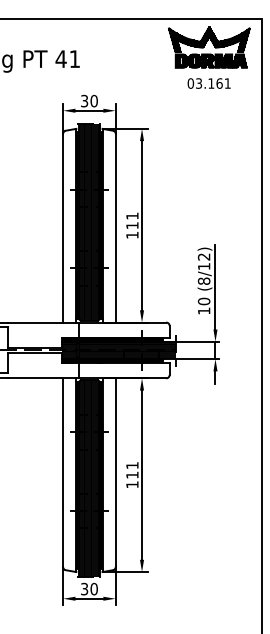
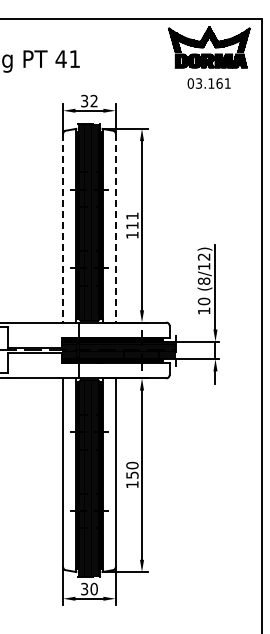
text at (93, 101): 30 -> 32
line at (63, 228): solid -> dashed
line at (115, 228): solid -> dashed
text at (132, 469): 111 -> 150
